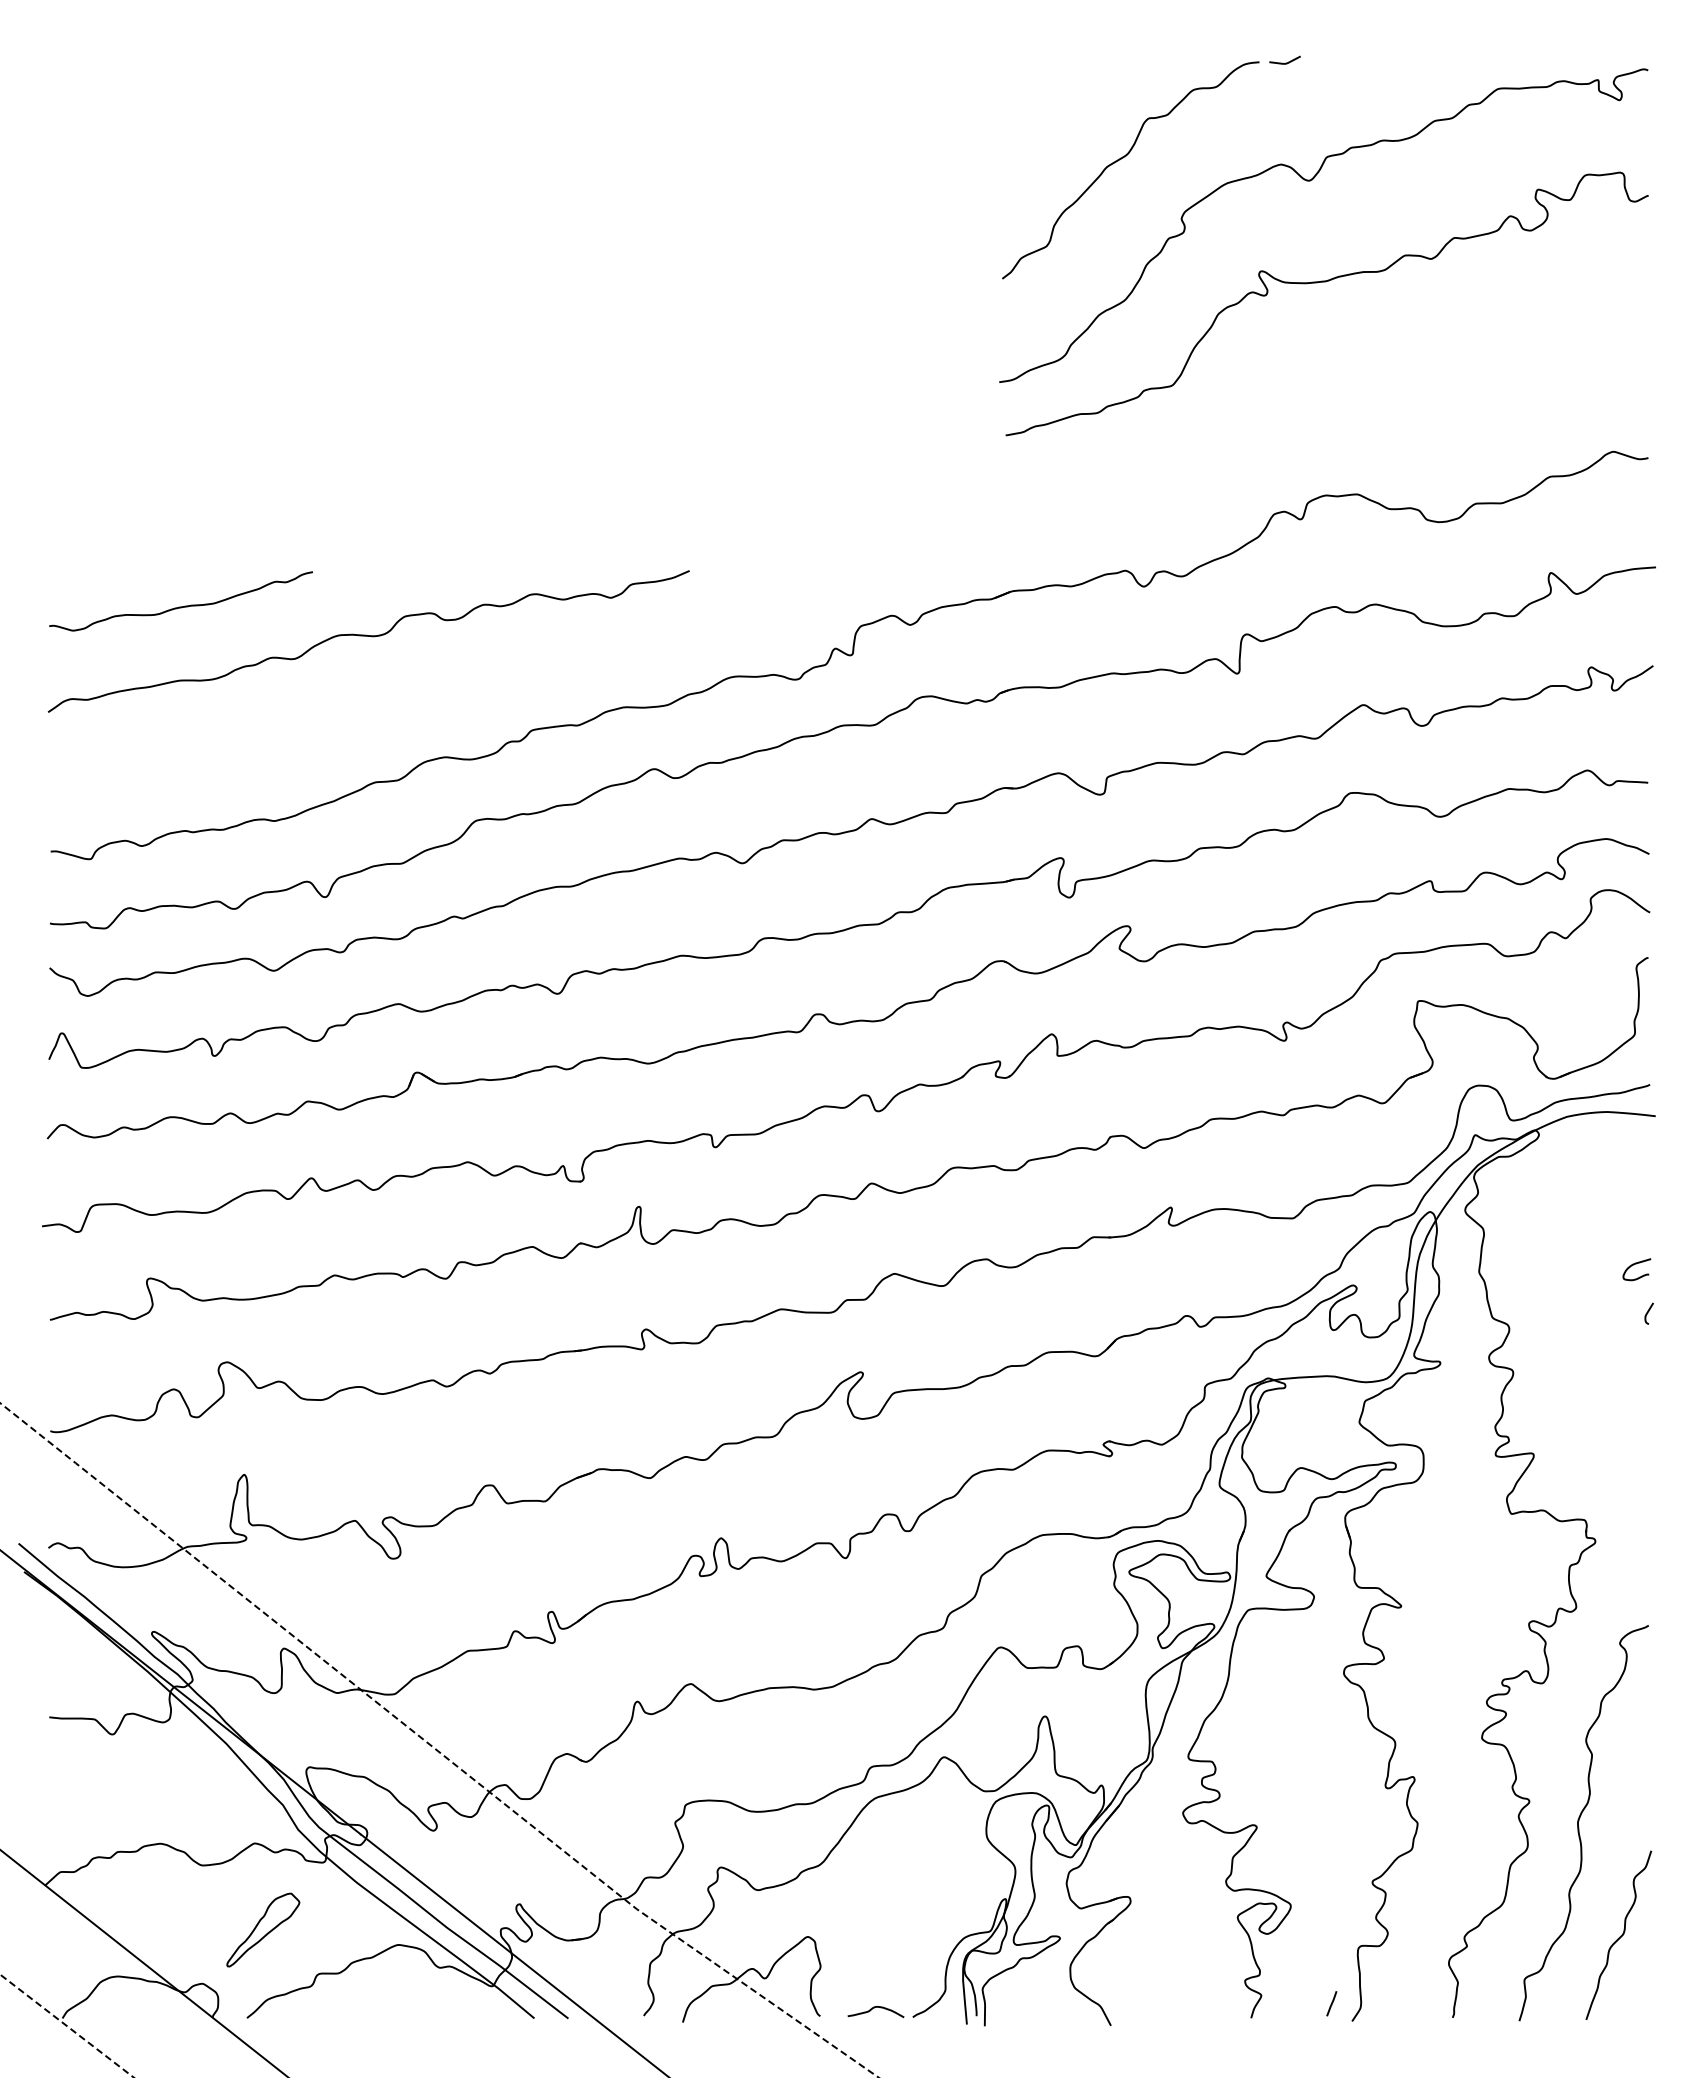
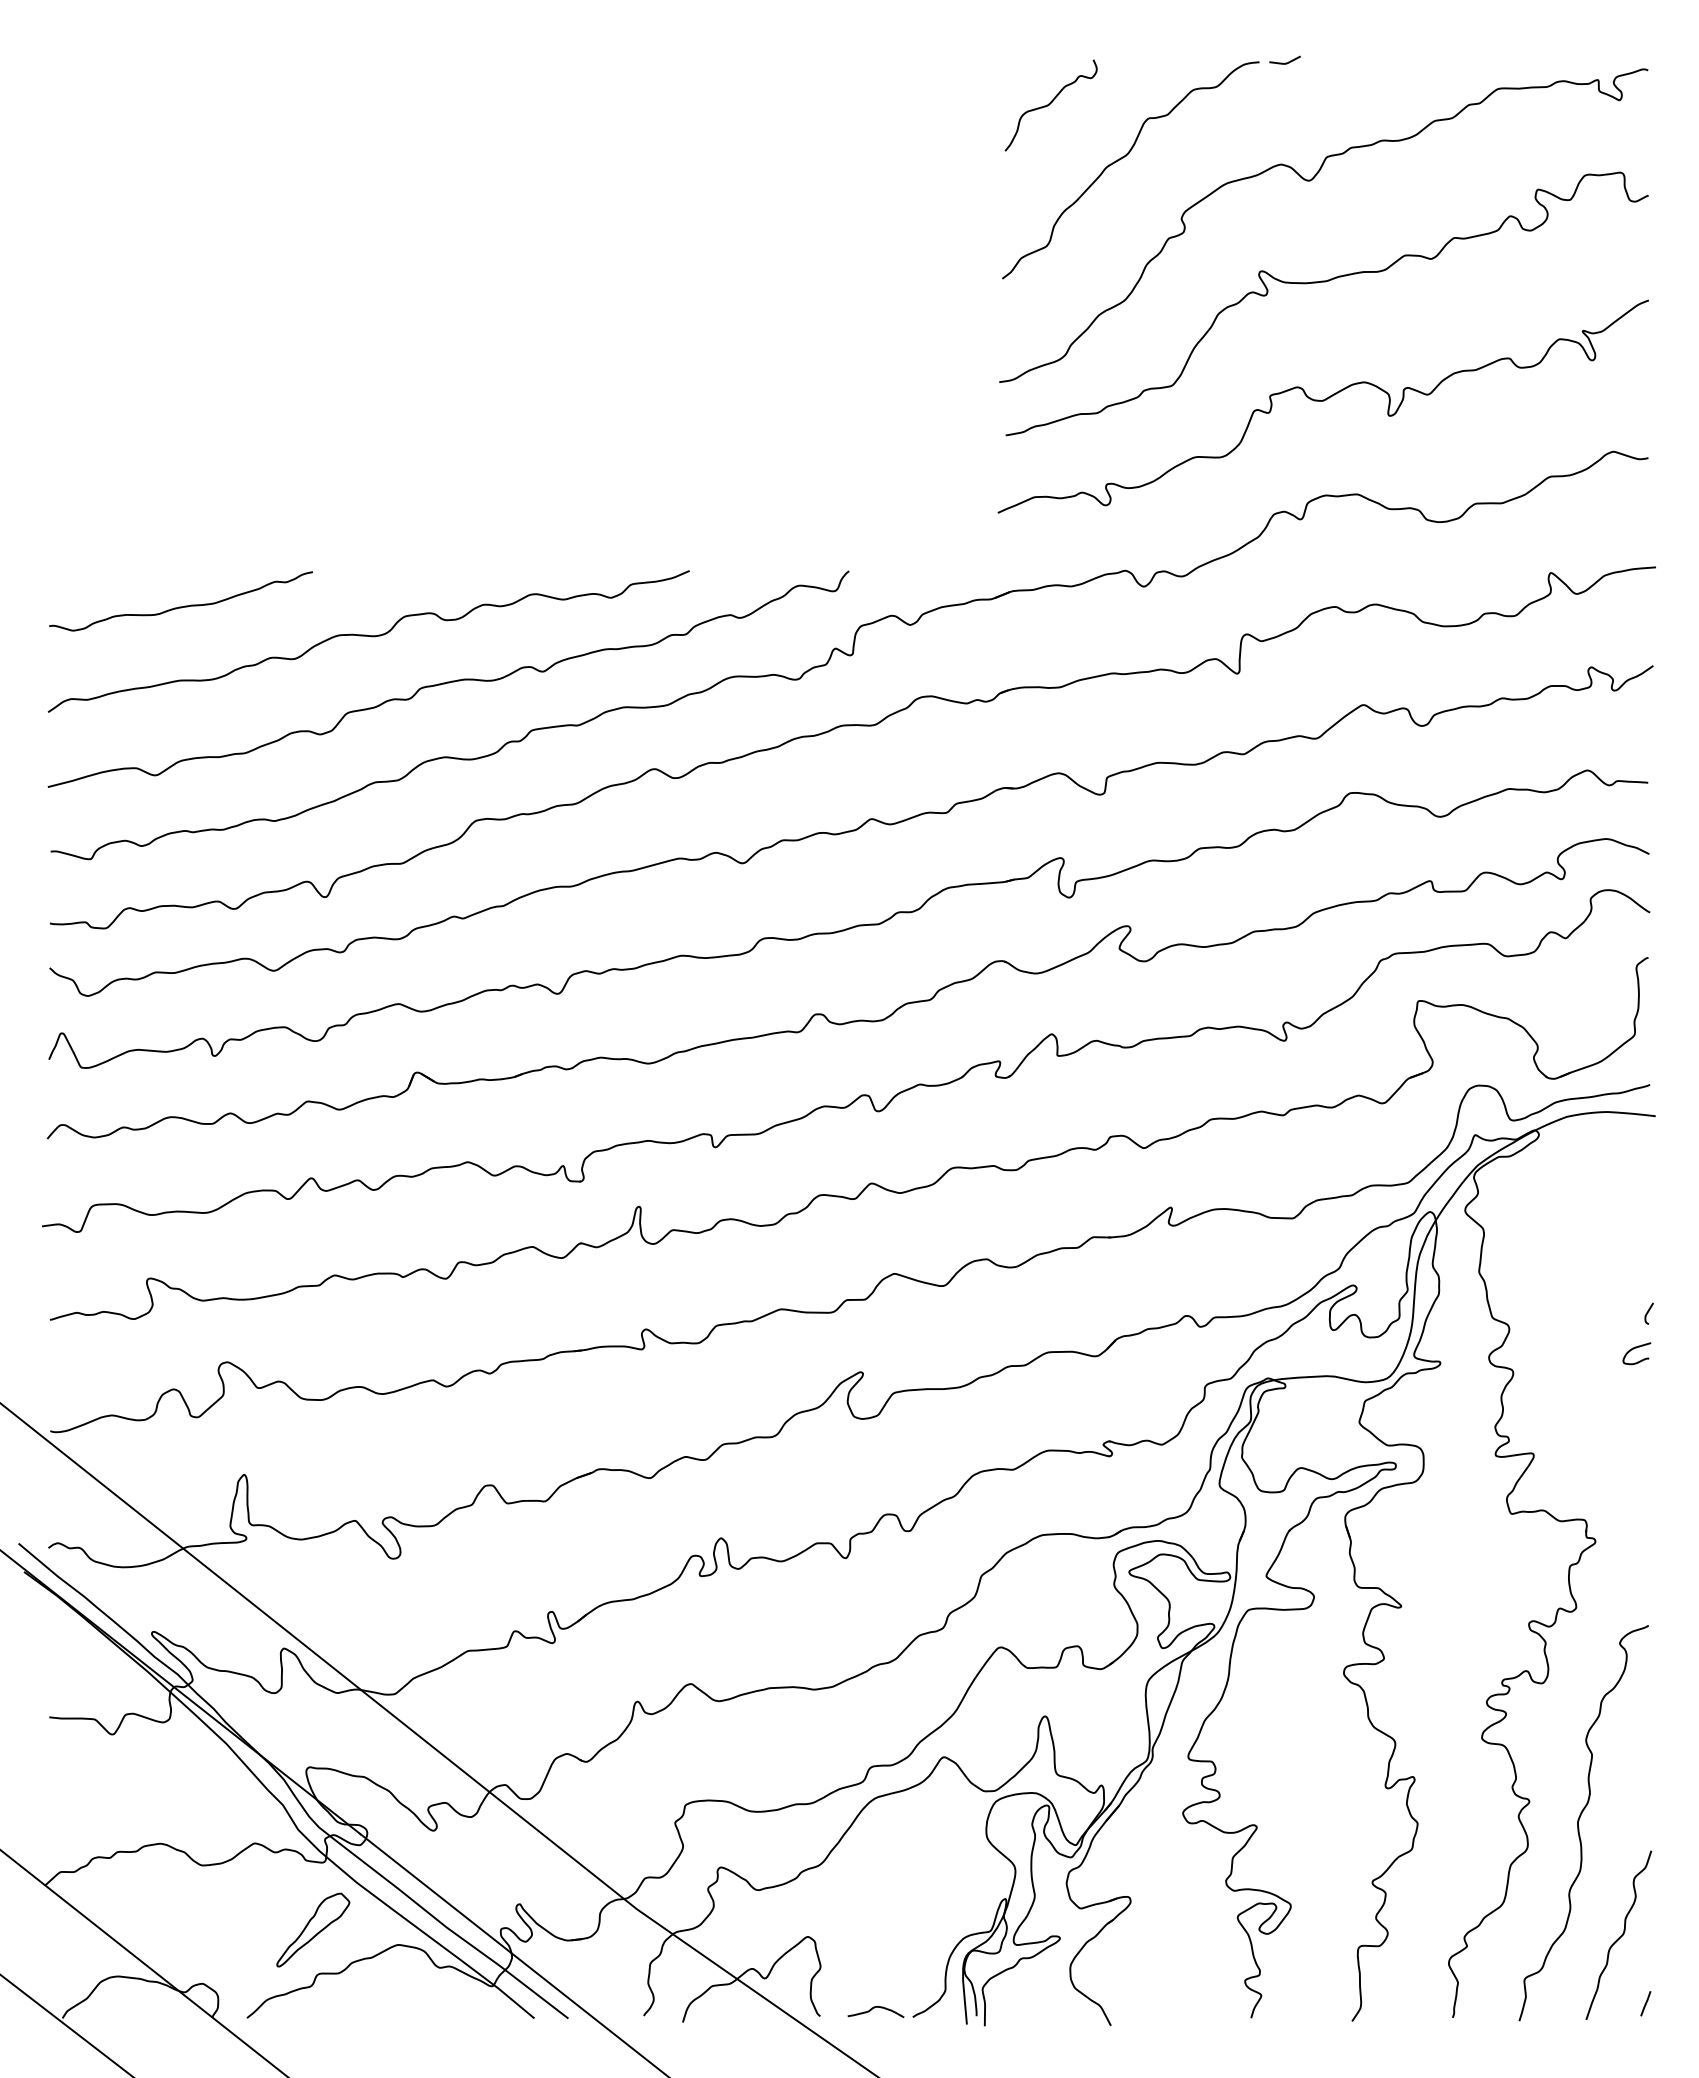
curve at (1050, 104): none -> present
curve at (1322, 401): none -> present
curve at (448, 681): none -> present
curve at (1636, 1264) position: (1636, 1264) -> (1636, 1348)
line at (433, 1747): dashed -> solid
part at (263, 1929) position: (263, 1929) -> (313, 1929)
line at (1331, 2003) position: (1331, 2003) -> (1645, 2003)
line at (67, 2026): dashed -> solid
